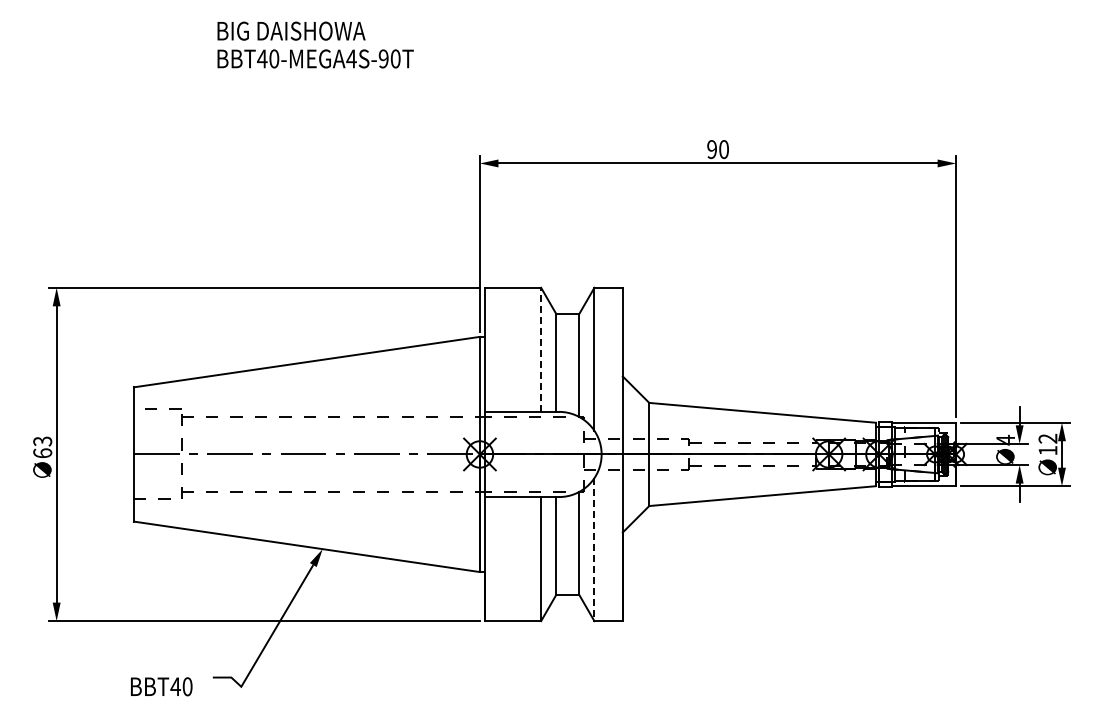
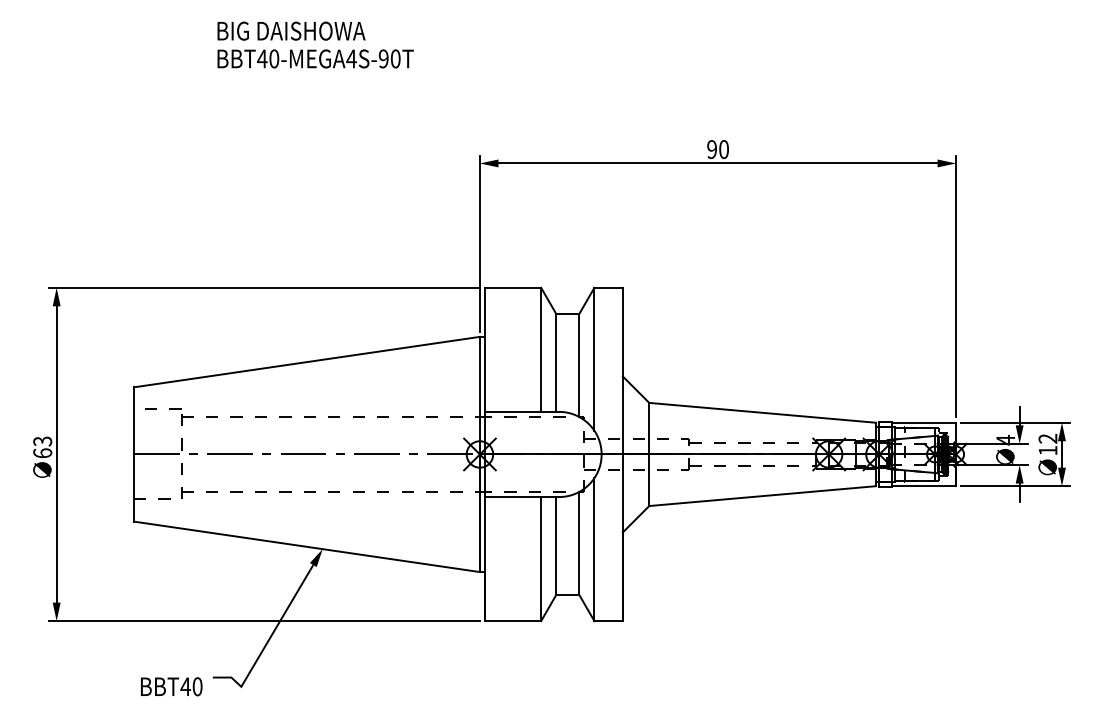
line at (541, 349): dashed -> solid
line at (594, 550): dashed -> solid
text at (161, 686) position: (161, 686) -> (171, 686)
